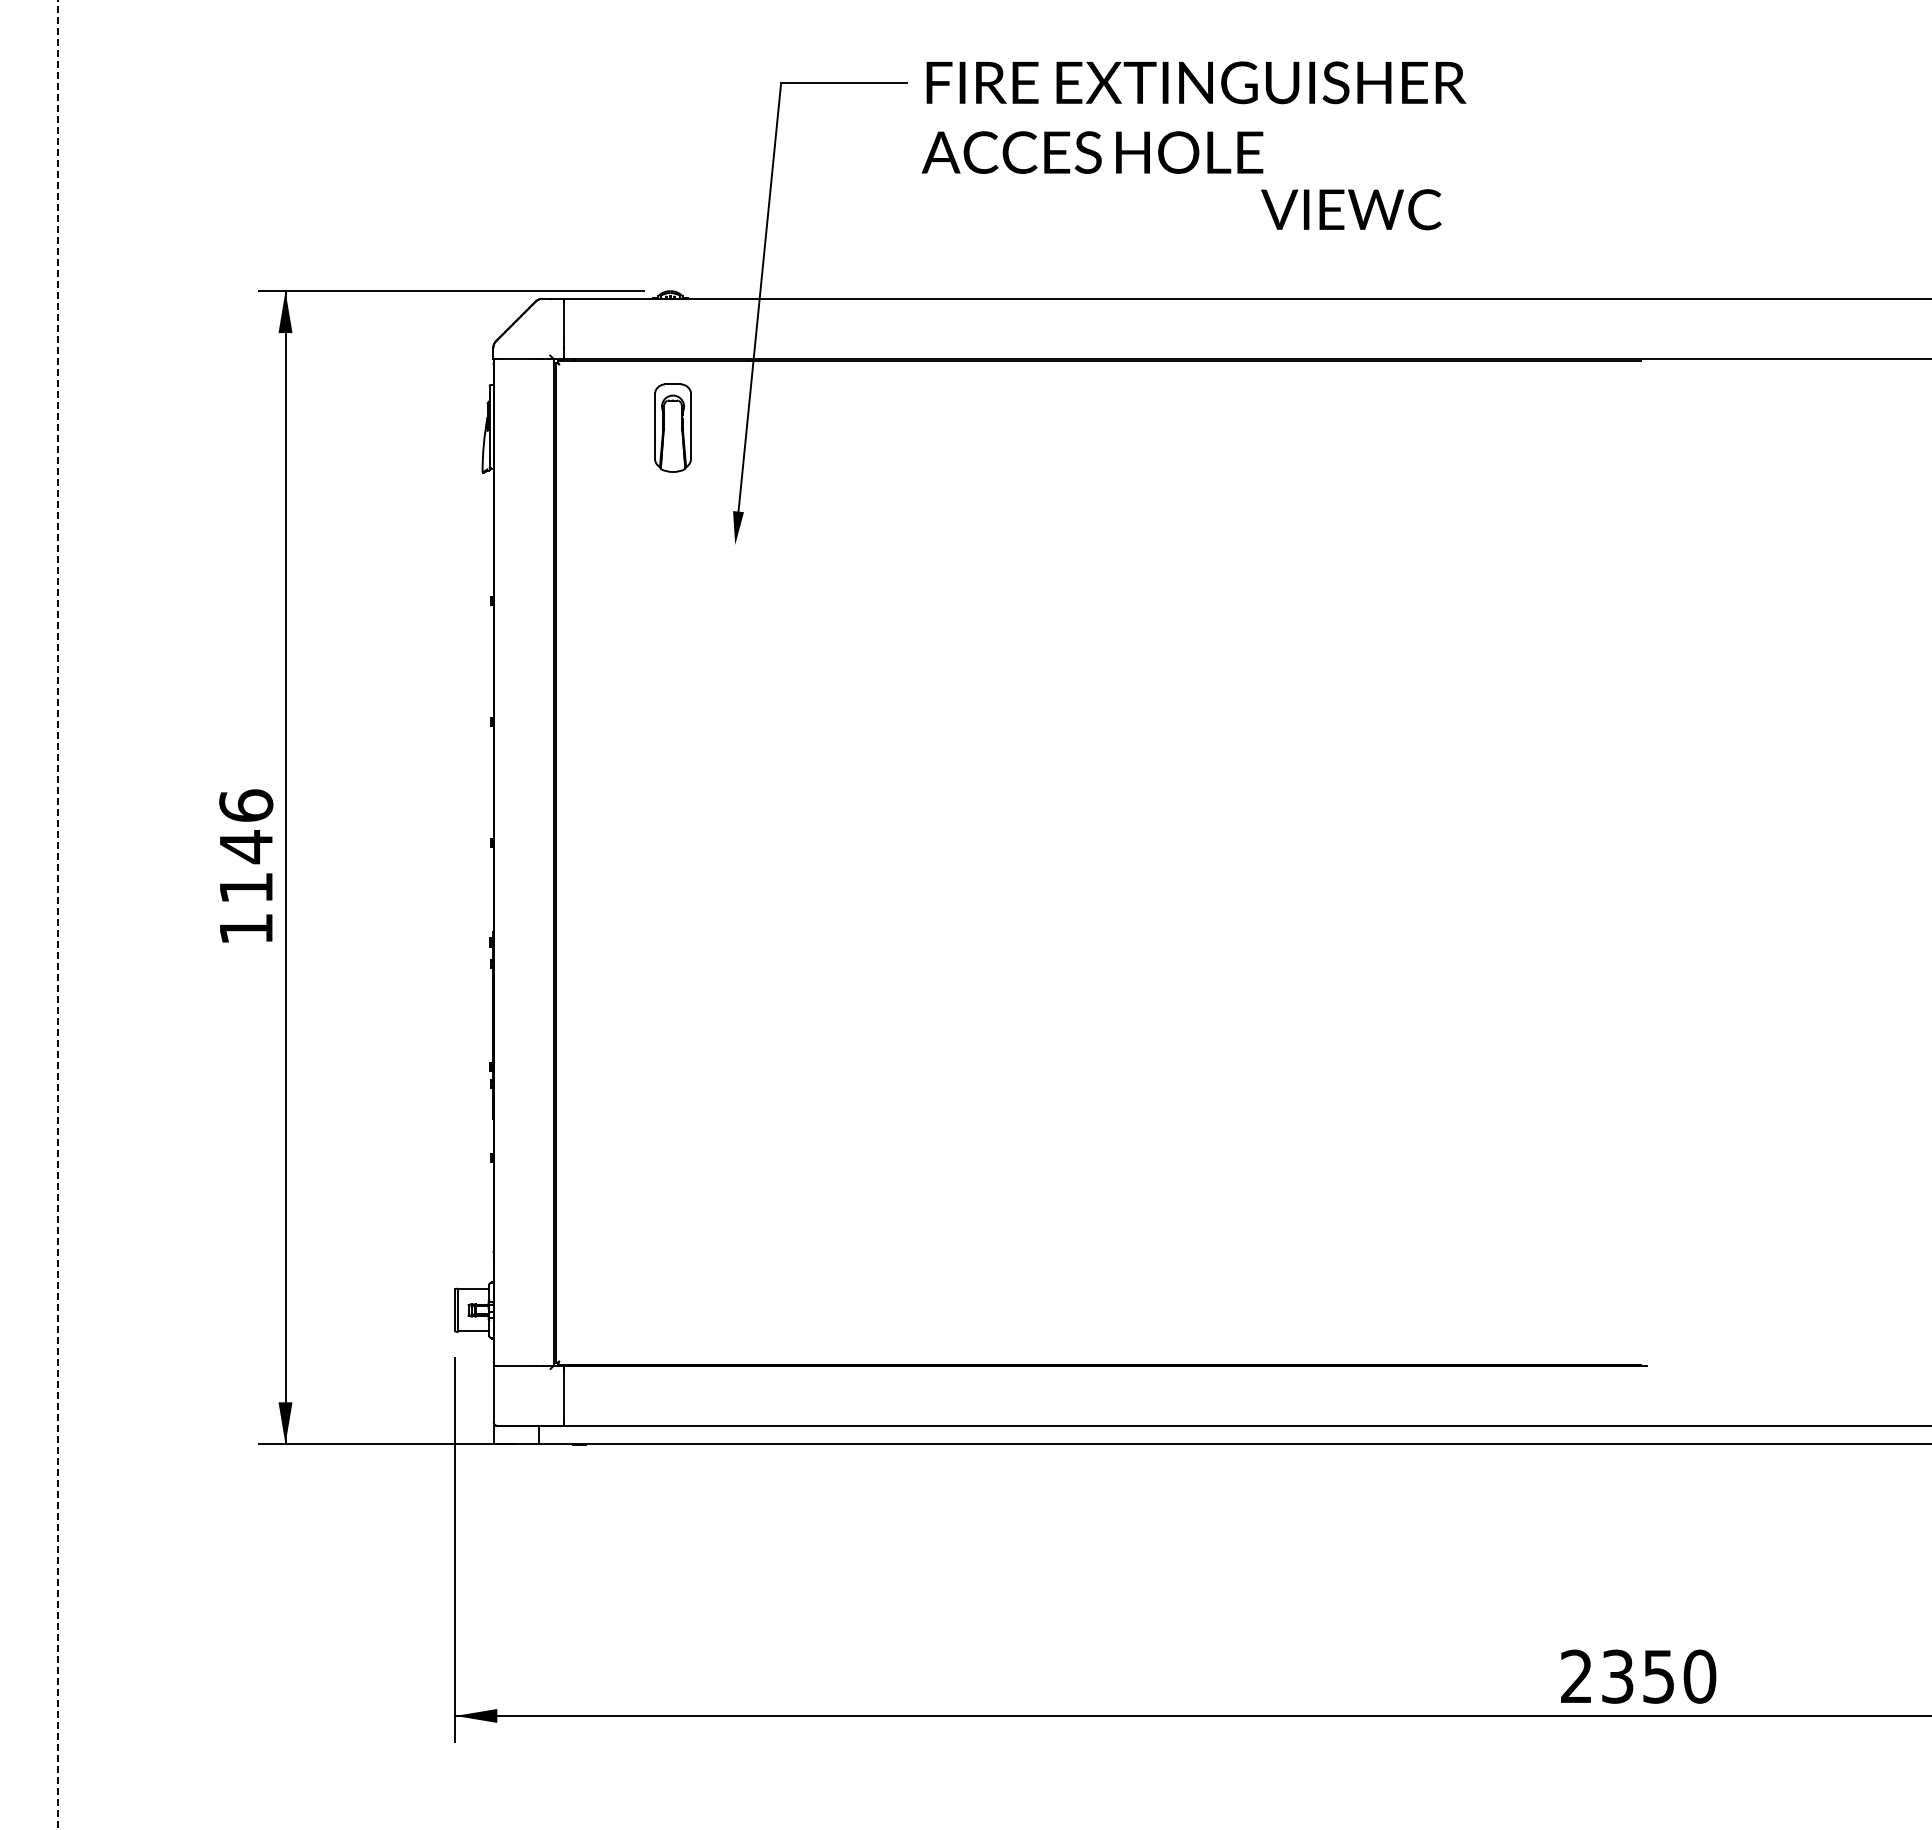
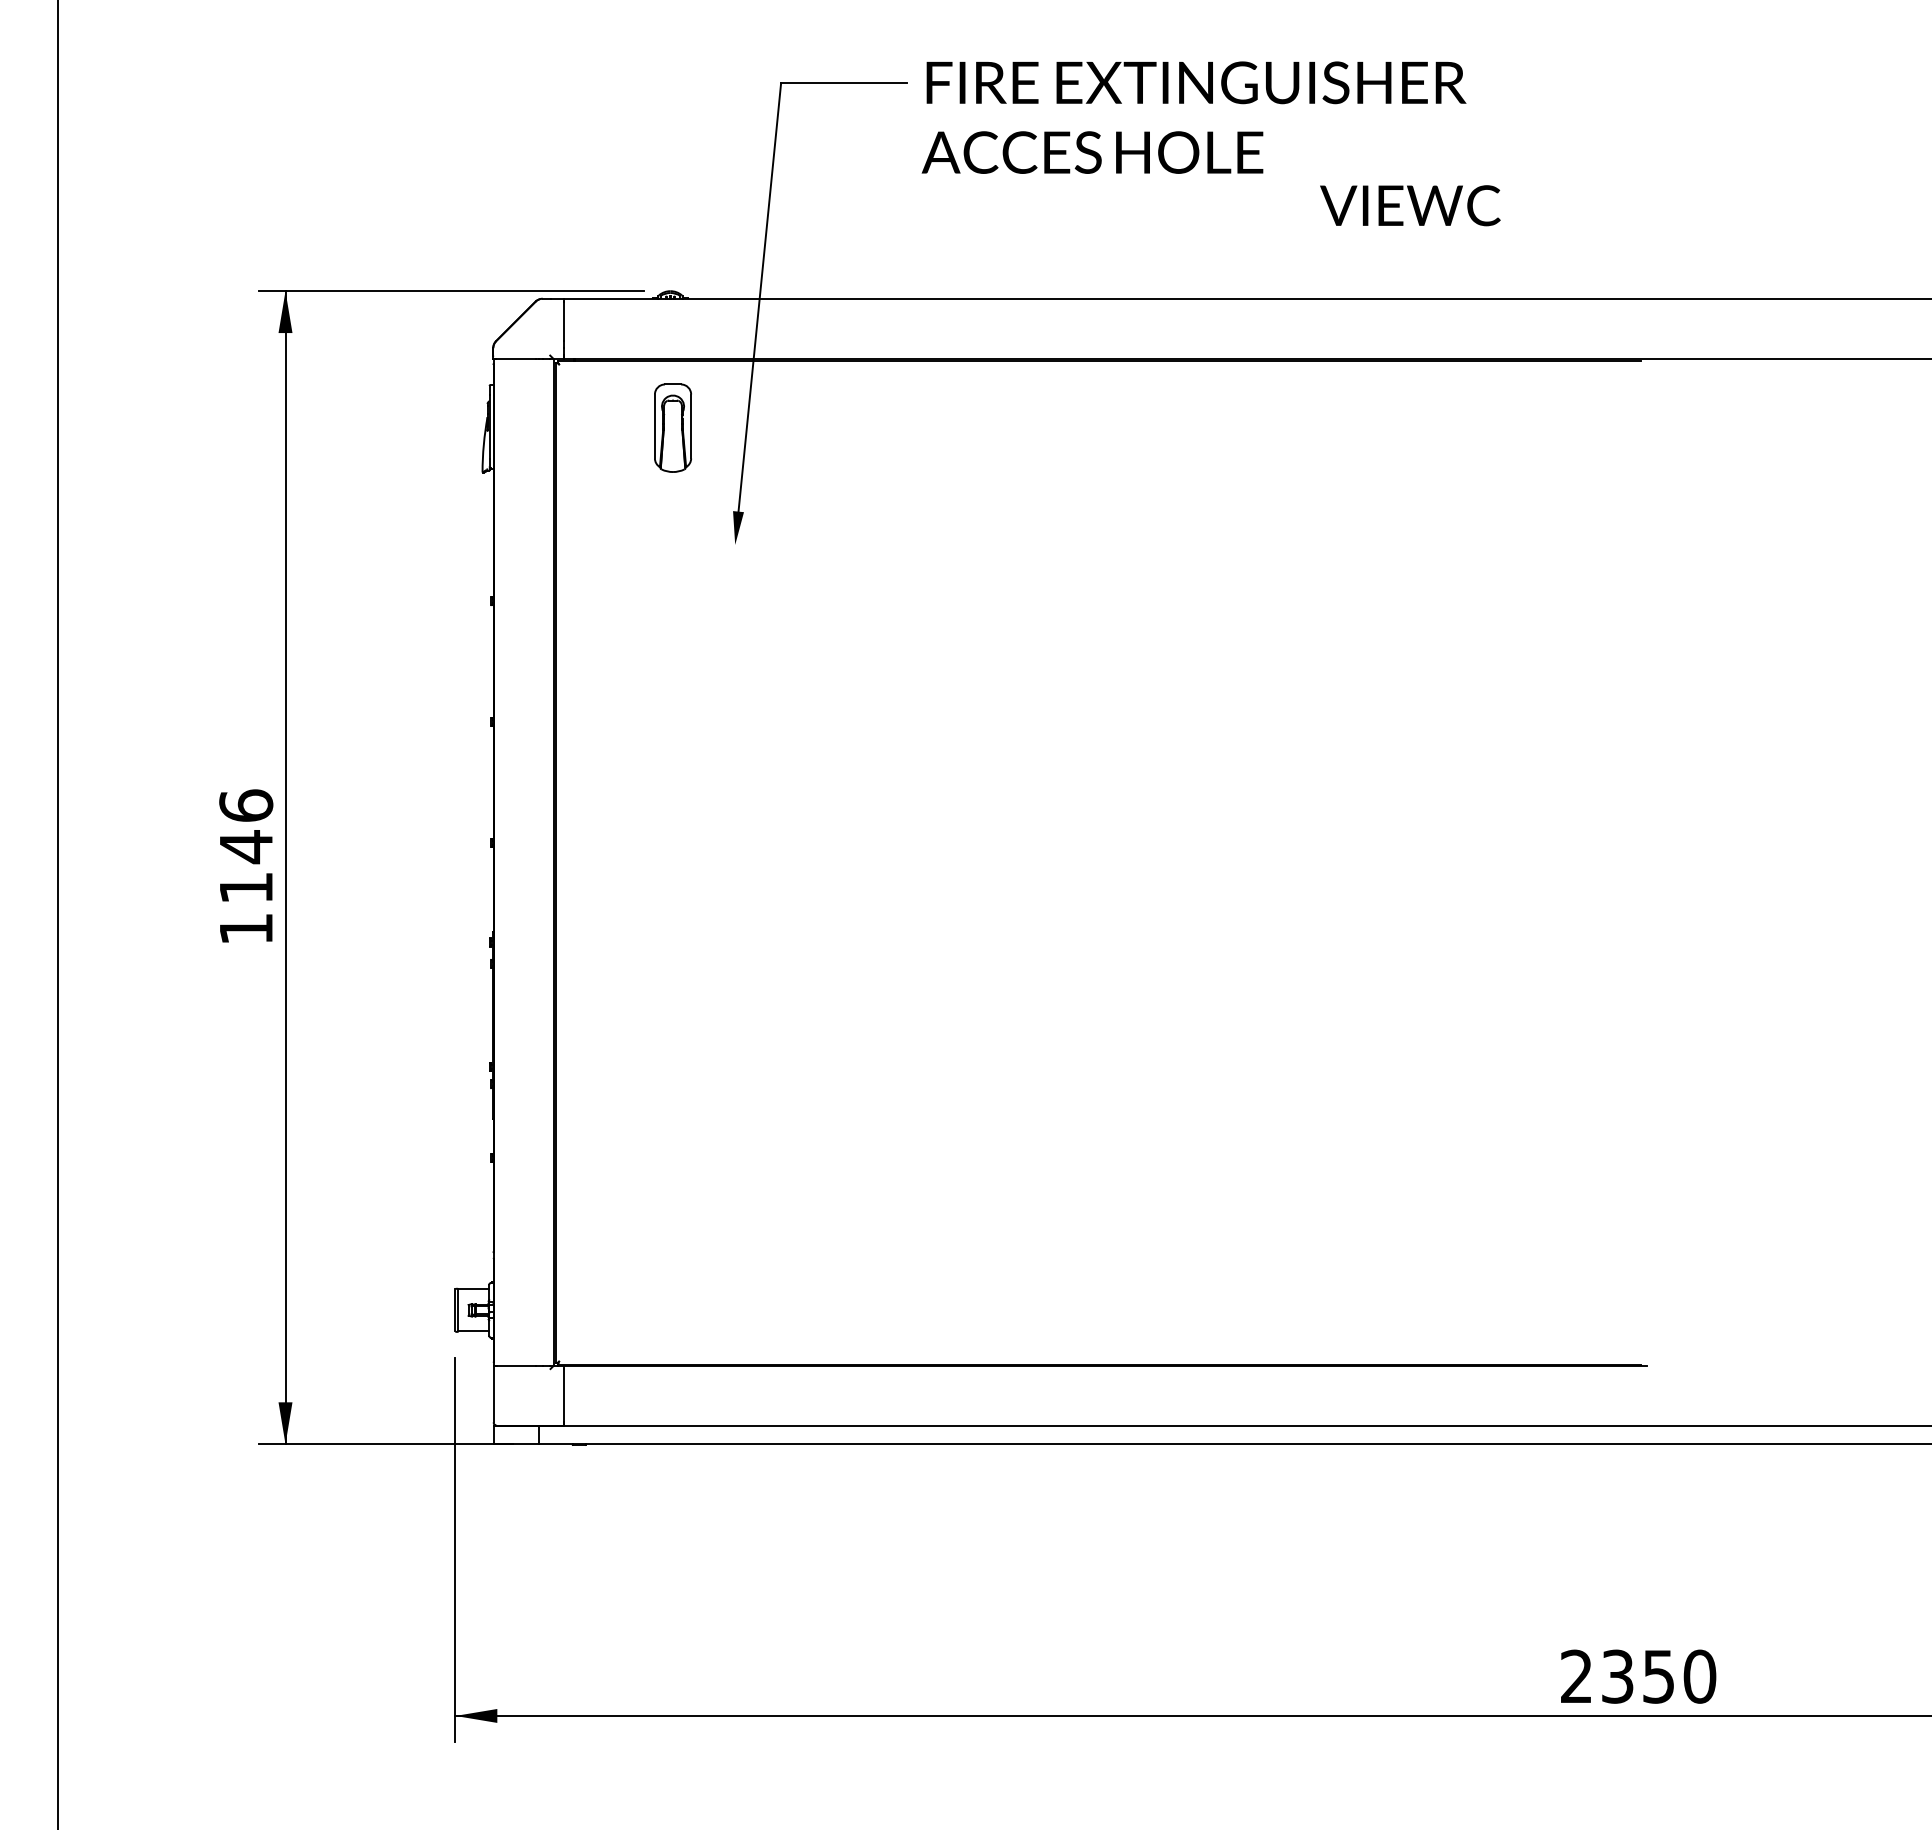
text at (1351, 209) position: (1351, 209) -> (1410, 205)
line at (57, 916): dashed -> solid
